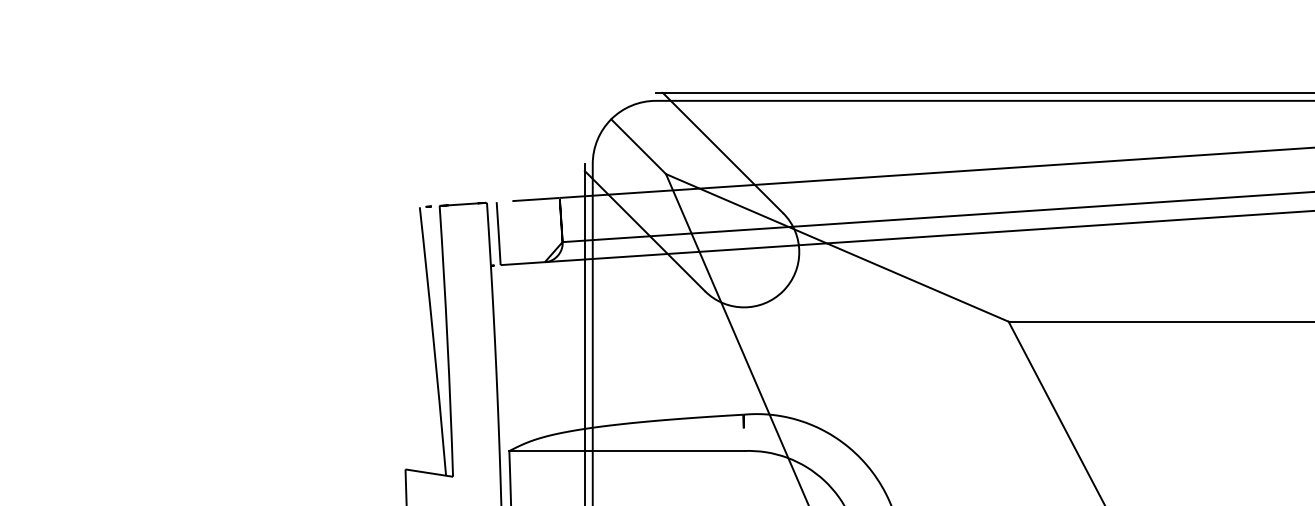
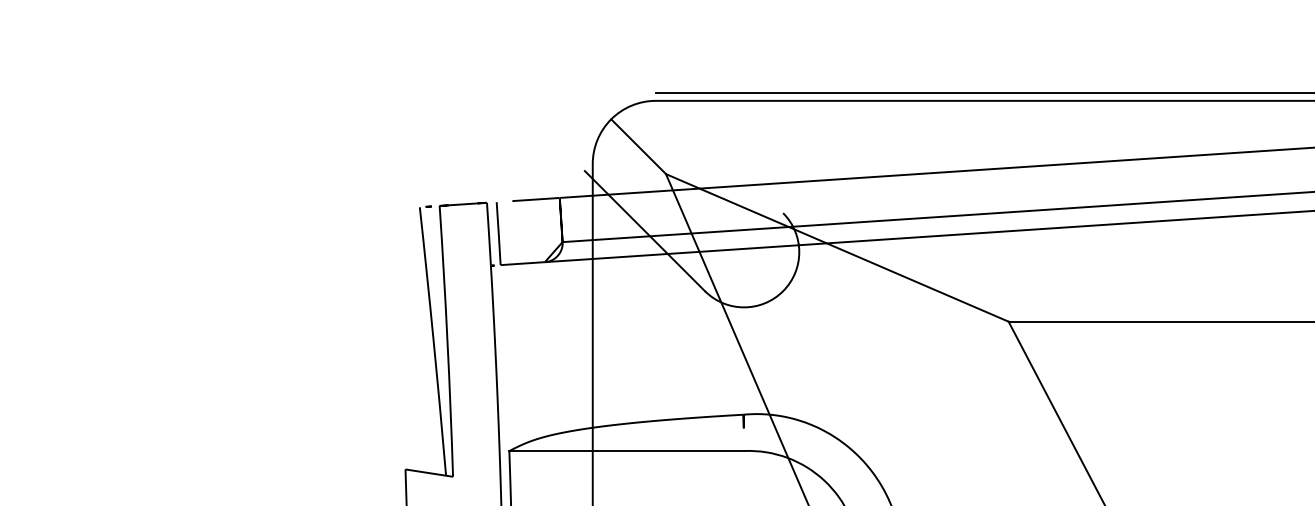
line at (722, 152): present -> none
line at (584, 332): present -> none
